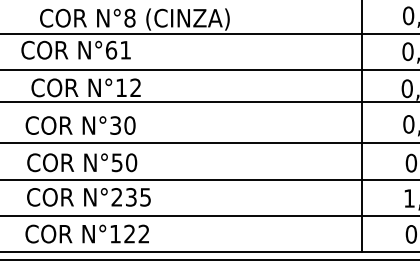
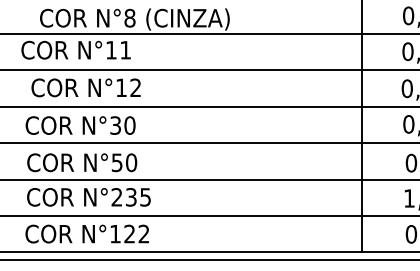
text at (111, 49): N°61 -> N°11
line at (209, 101) position: (209, 101) -> (209, 106)
